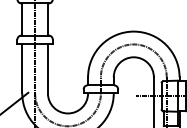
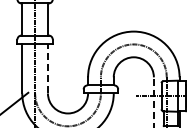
line at (47, 68): solid -> dashed
line at (153, 102): solid -> dashed
